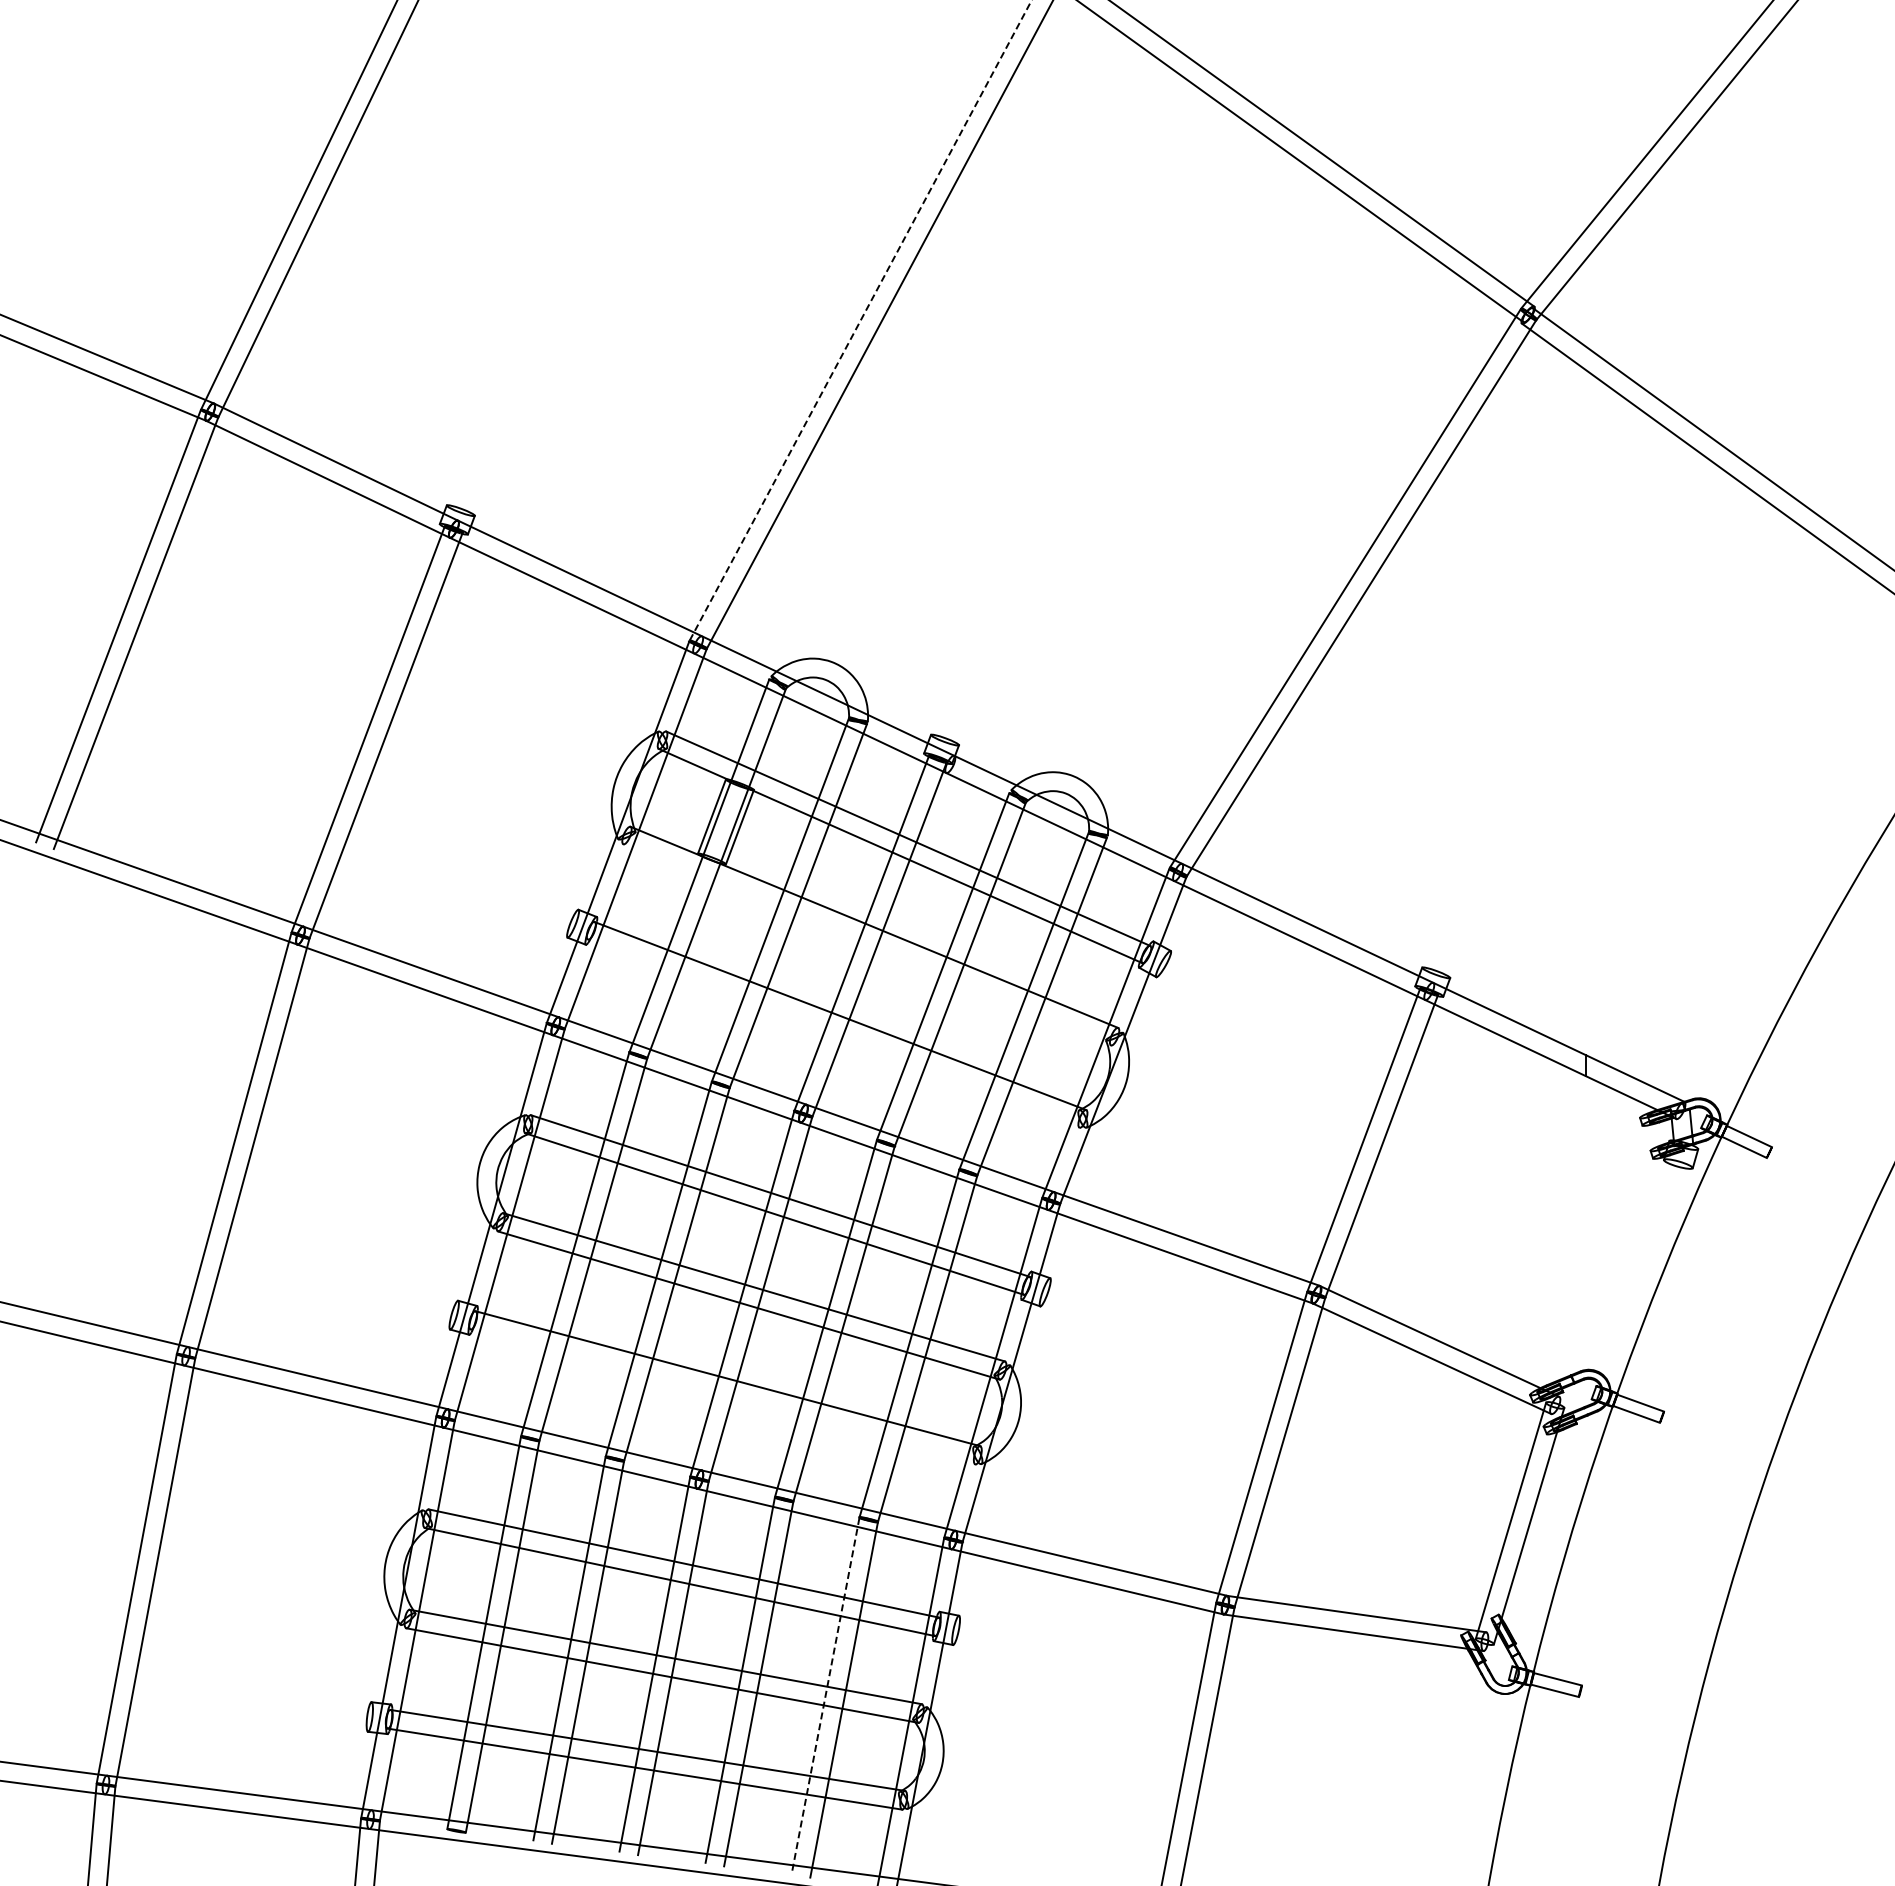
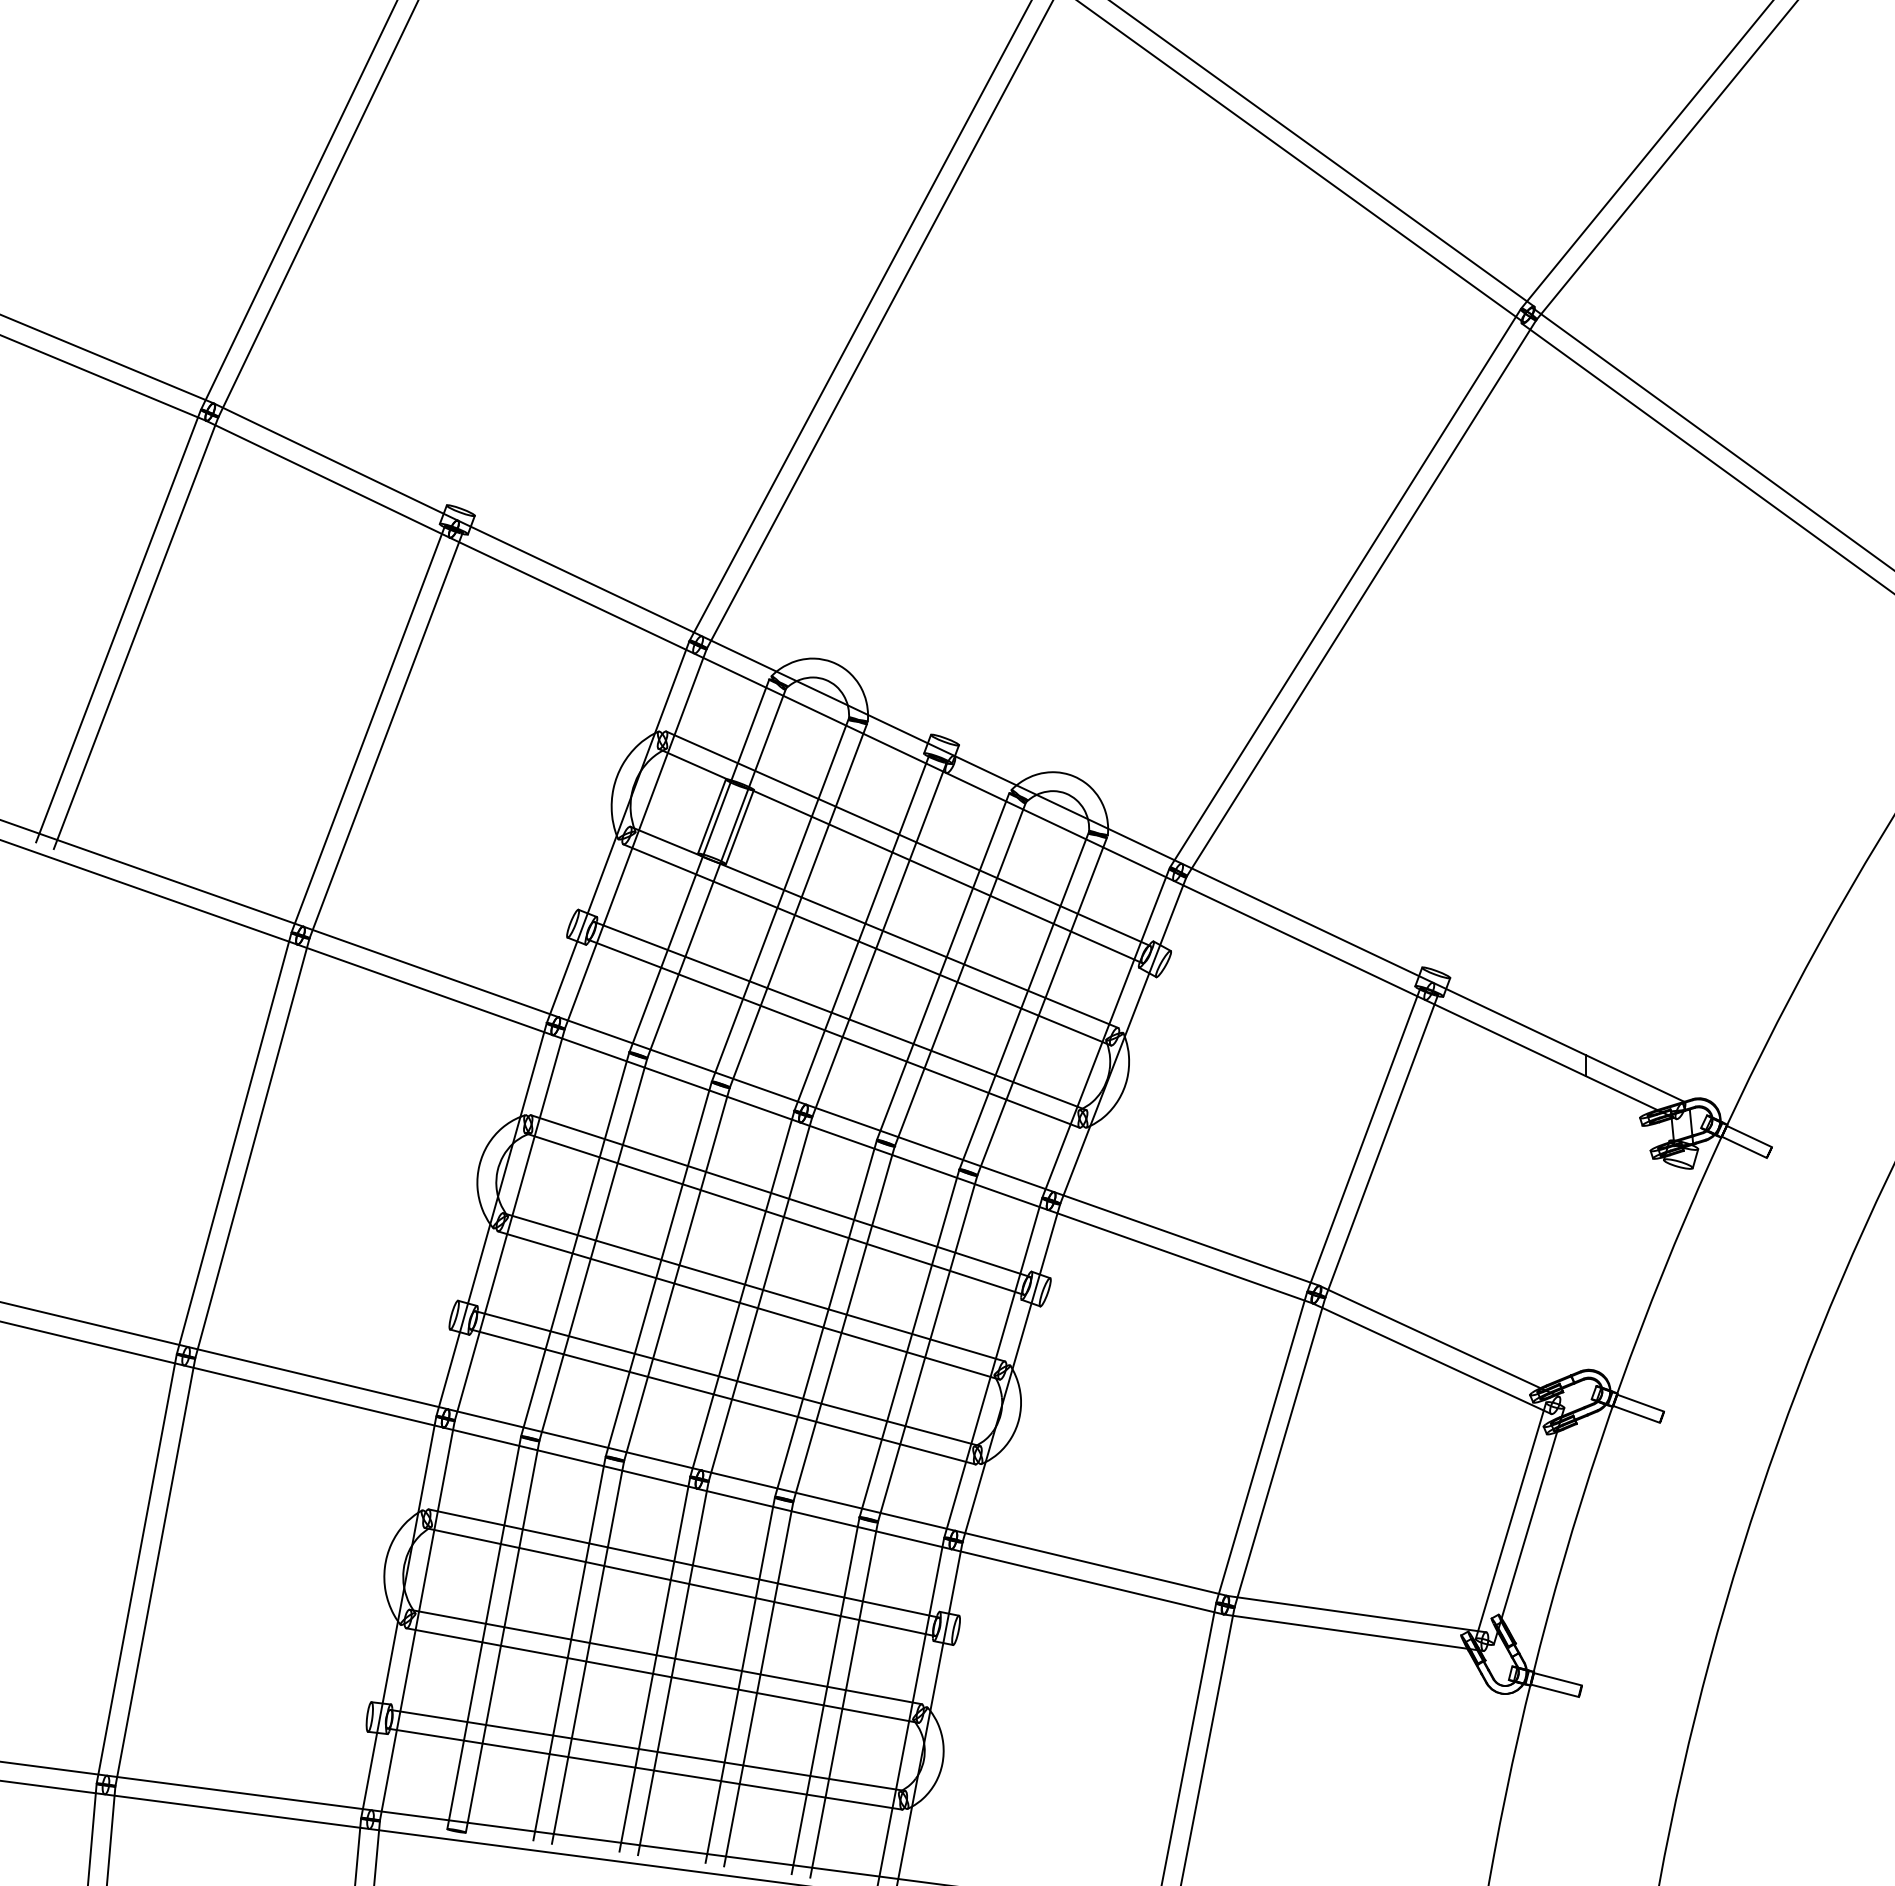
line at (860, 320): dashed -> solid
line at (867, 944): none -> present
line at (833, 1033): none -> present
line at (722, 1396): none -> present
line at (825, 1696): dashed -> solid
